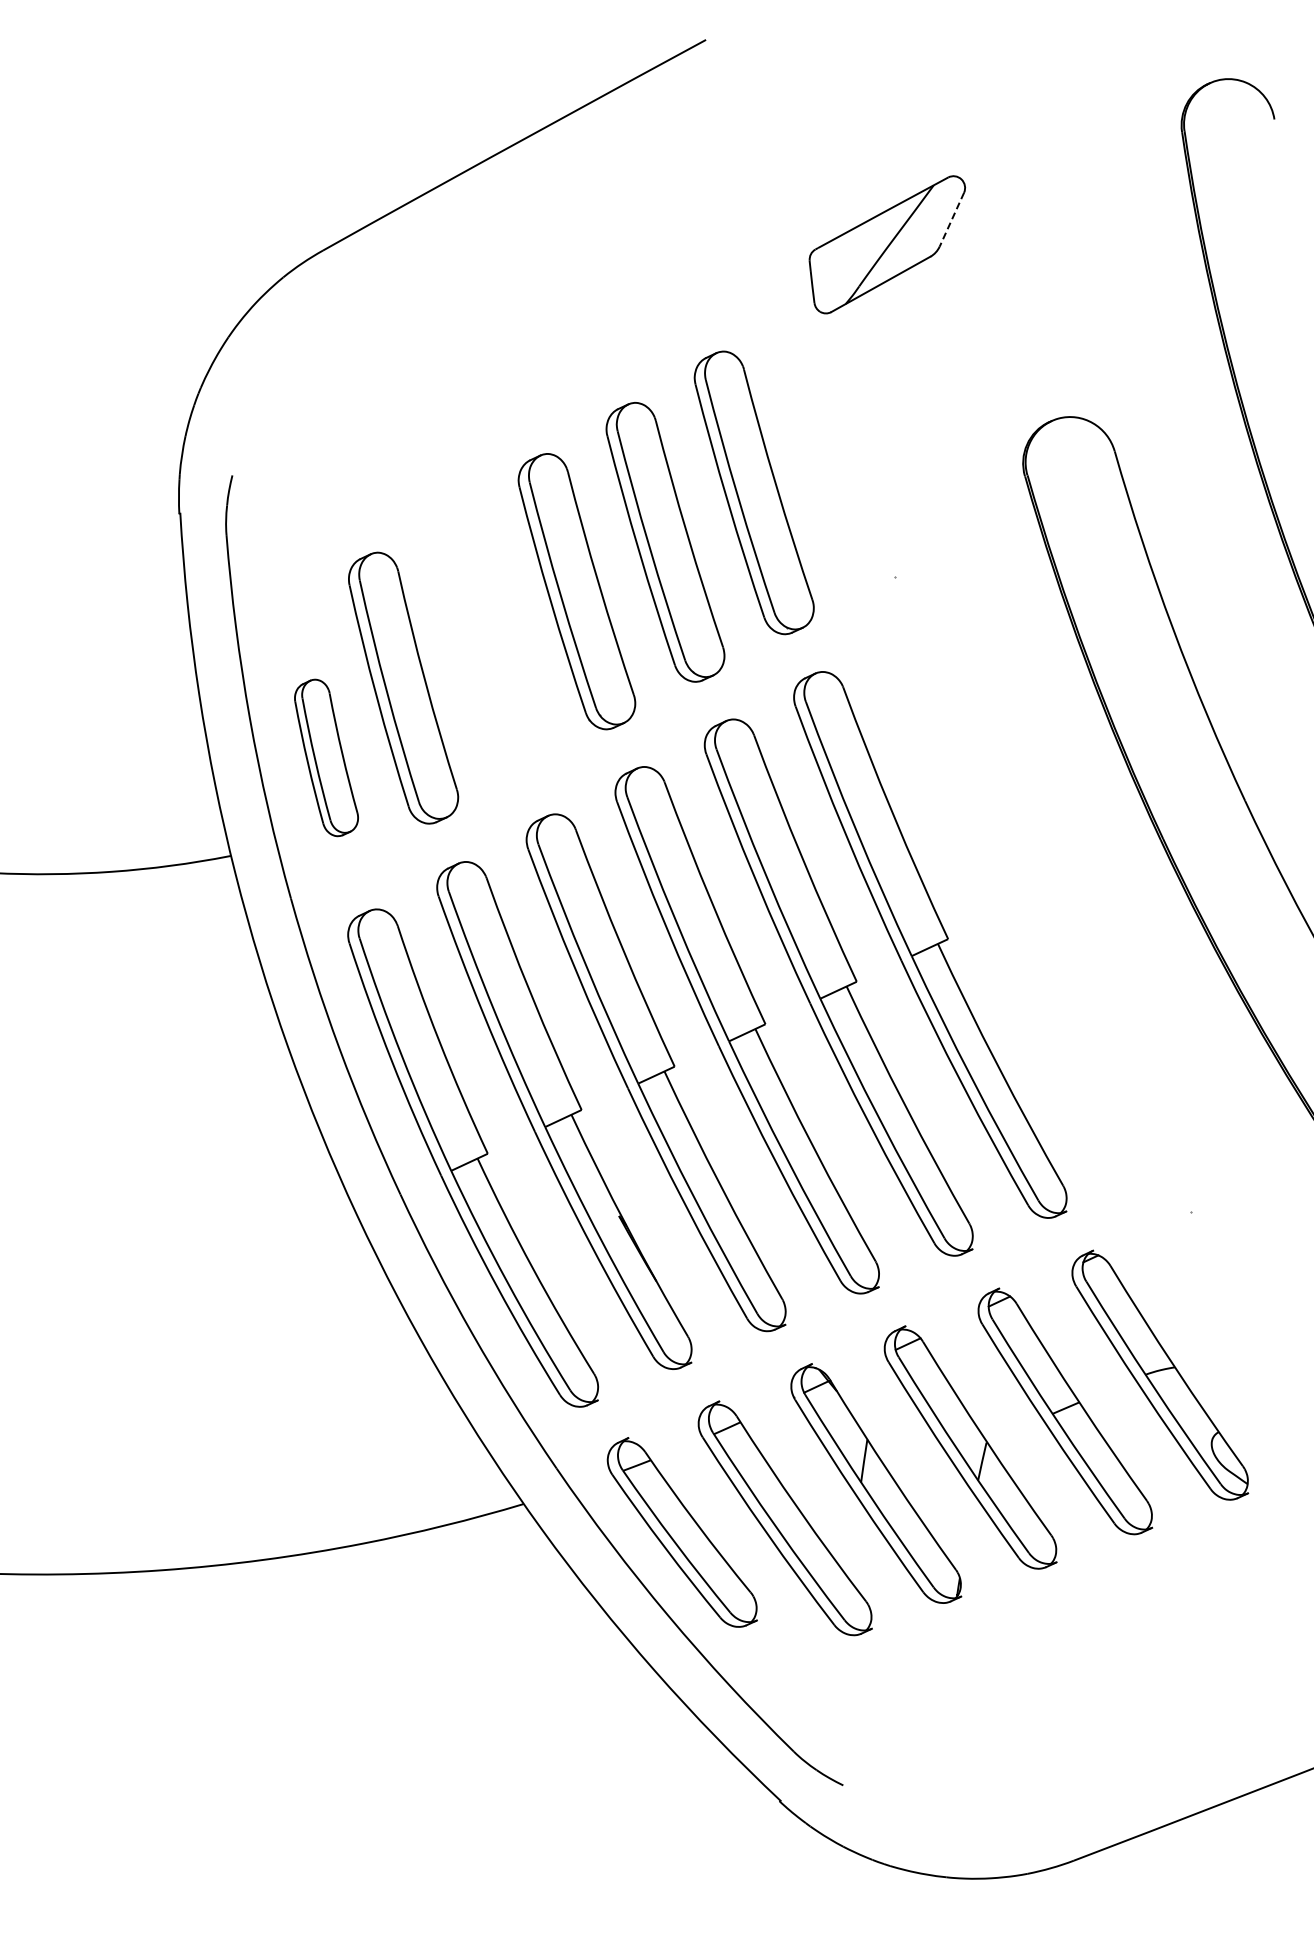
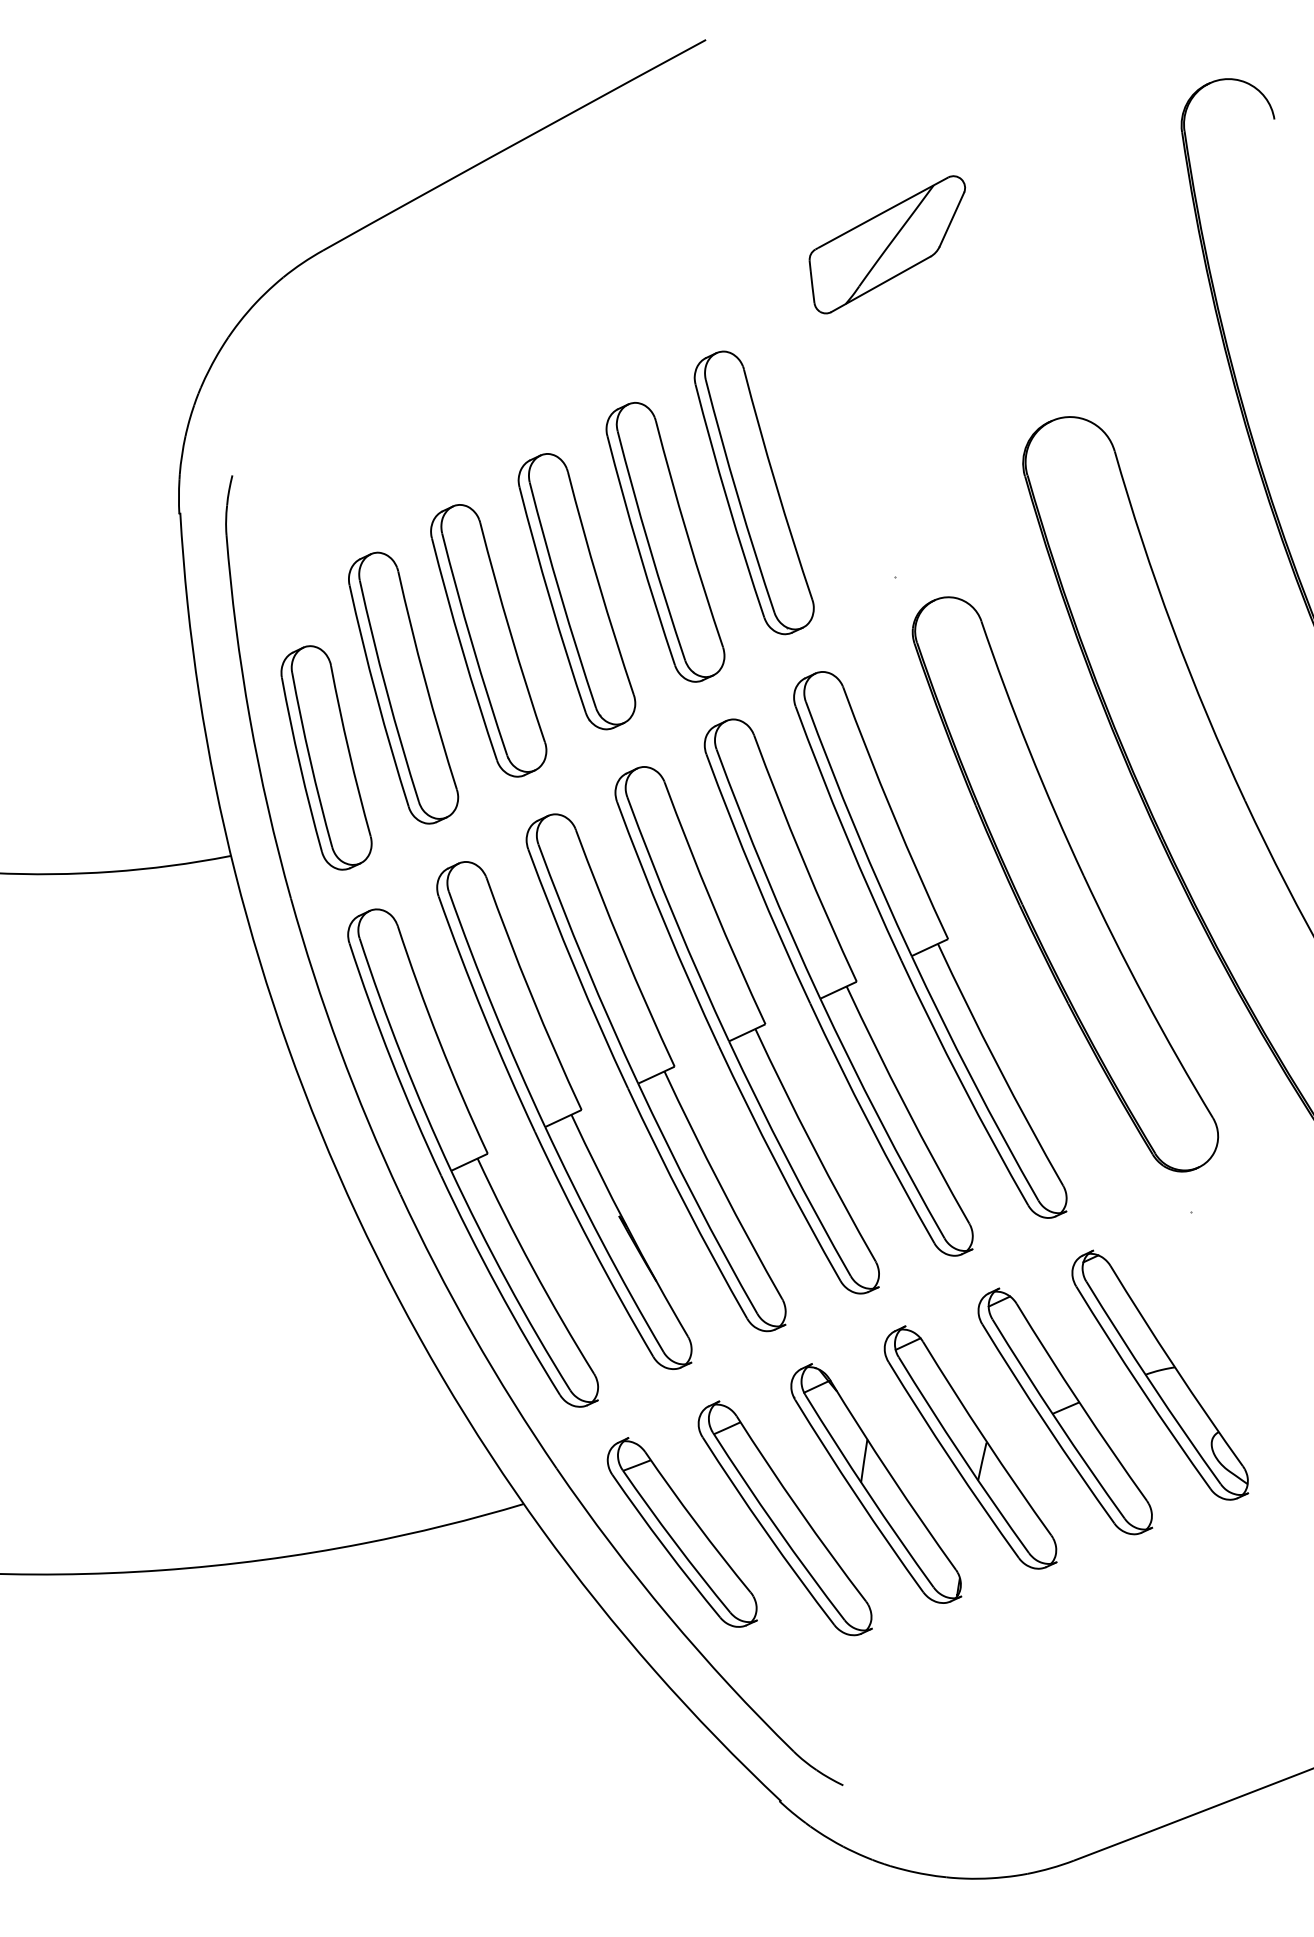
line at (951, 219): dashed -> solid
part at (488, 640): none -> present
part at (326, 757) size: 65x160 px -> 93x226 px
part at (1065, 884): none -> present
